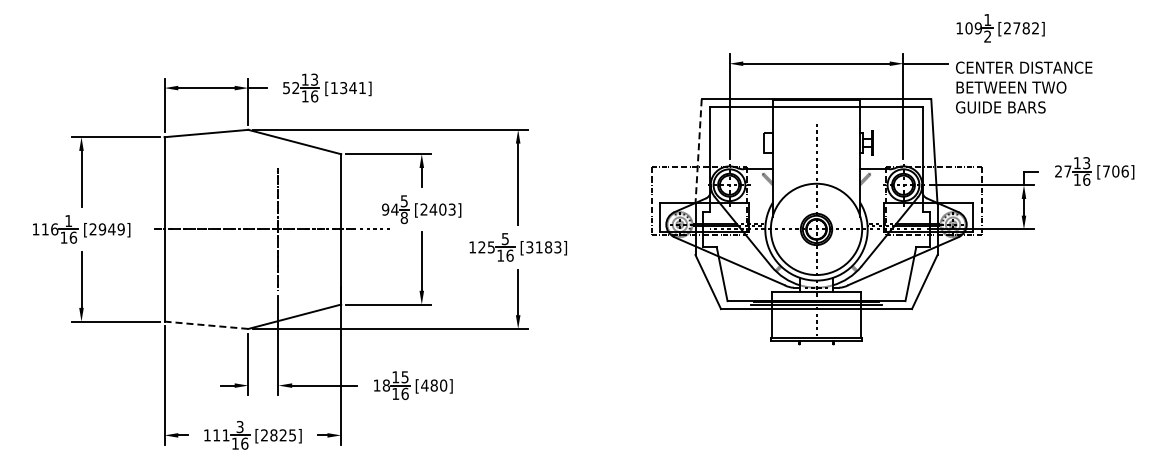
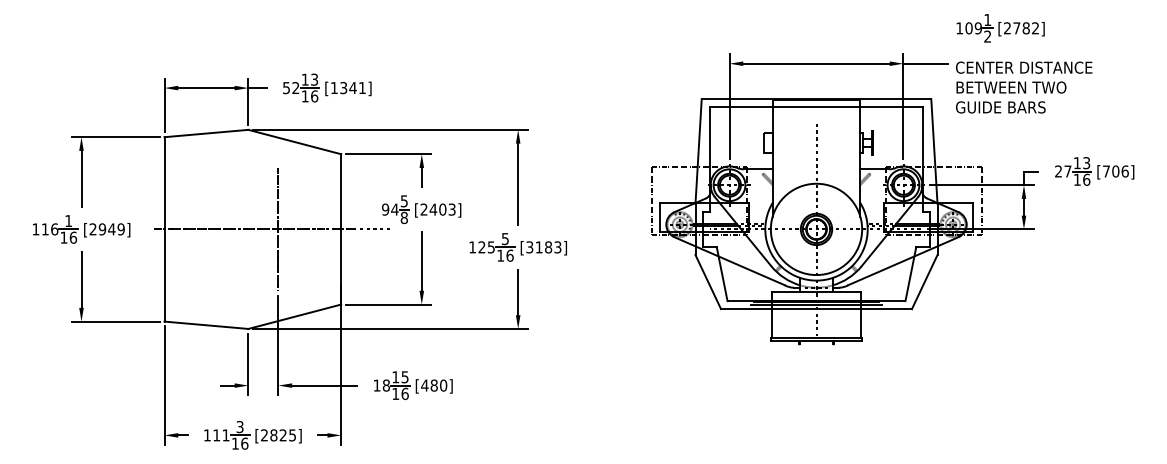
line at (698, 152): dashed -> solid
line at (206, 325): dashed -> solid
